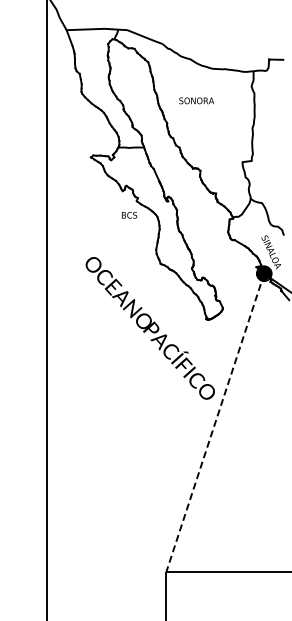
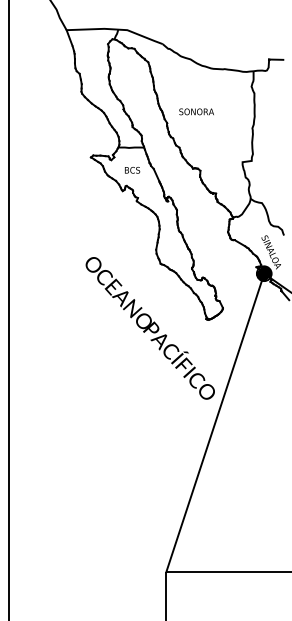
text at (196, 100) position: (196, 100) -> (196, 111)
text at (129, 215) position: (129, 215) -> (132, 170)
line at (46, 309) position: (46, 309) -> (8, 309)
line at (215, 422): dashed -> solid
